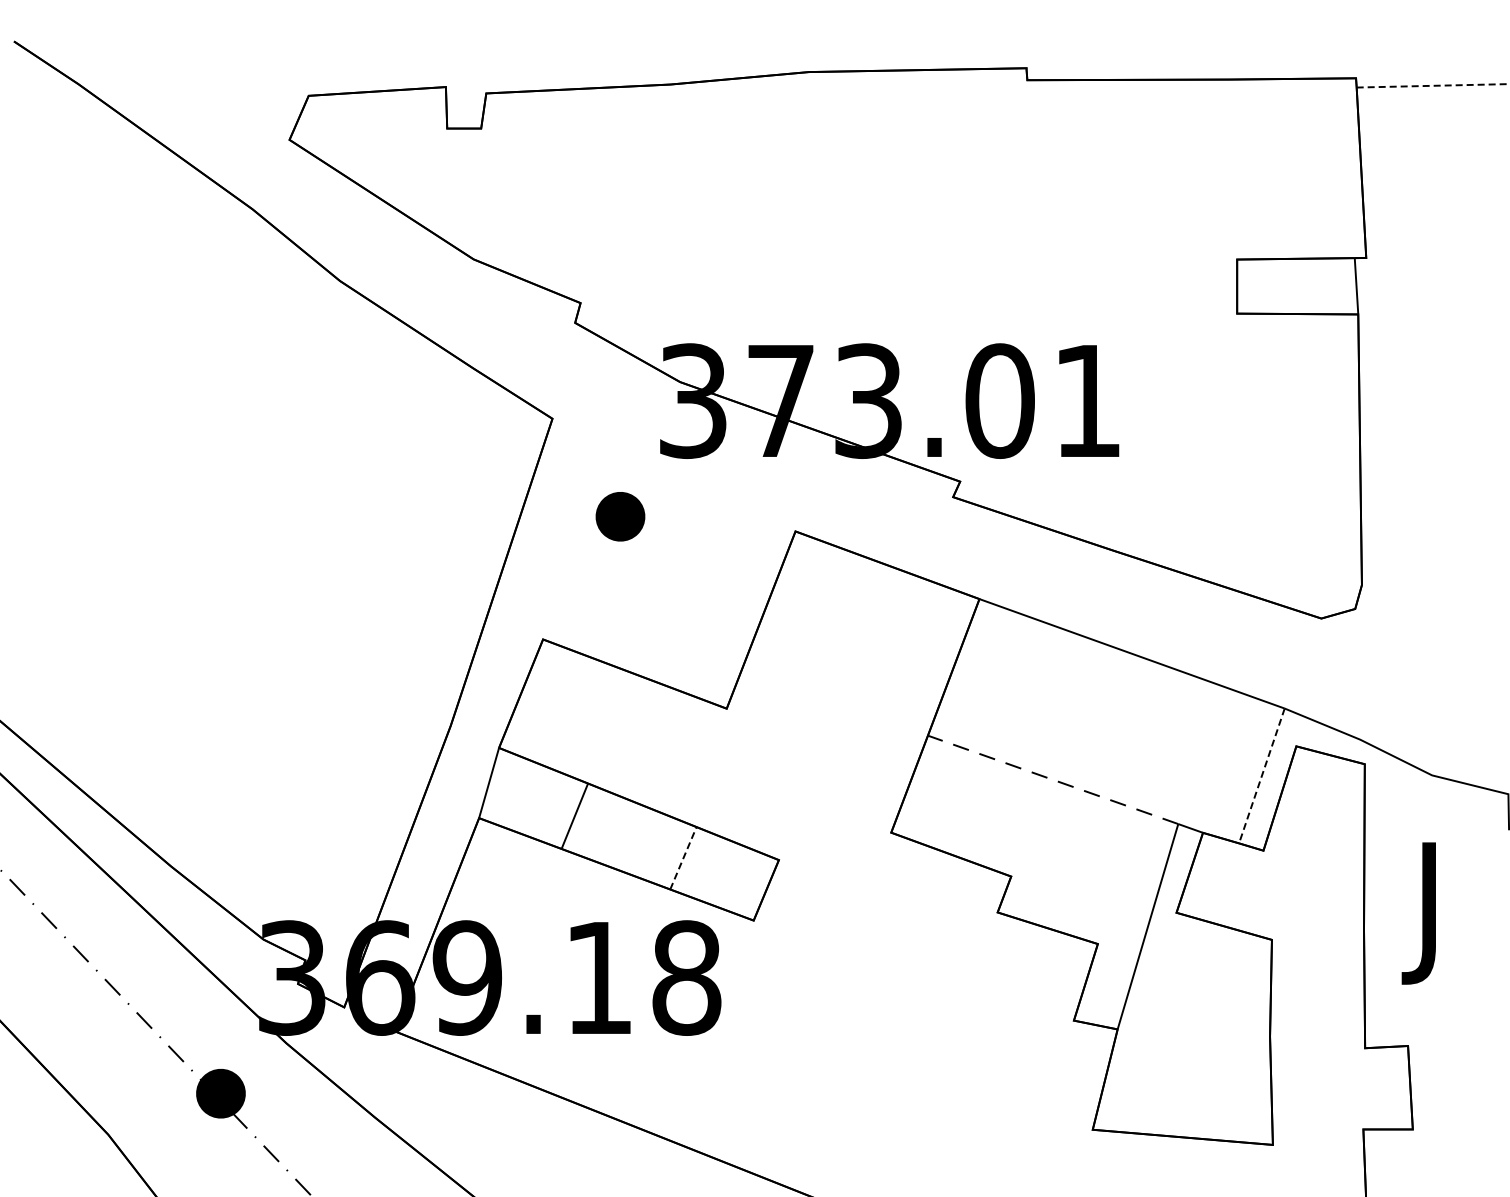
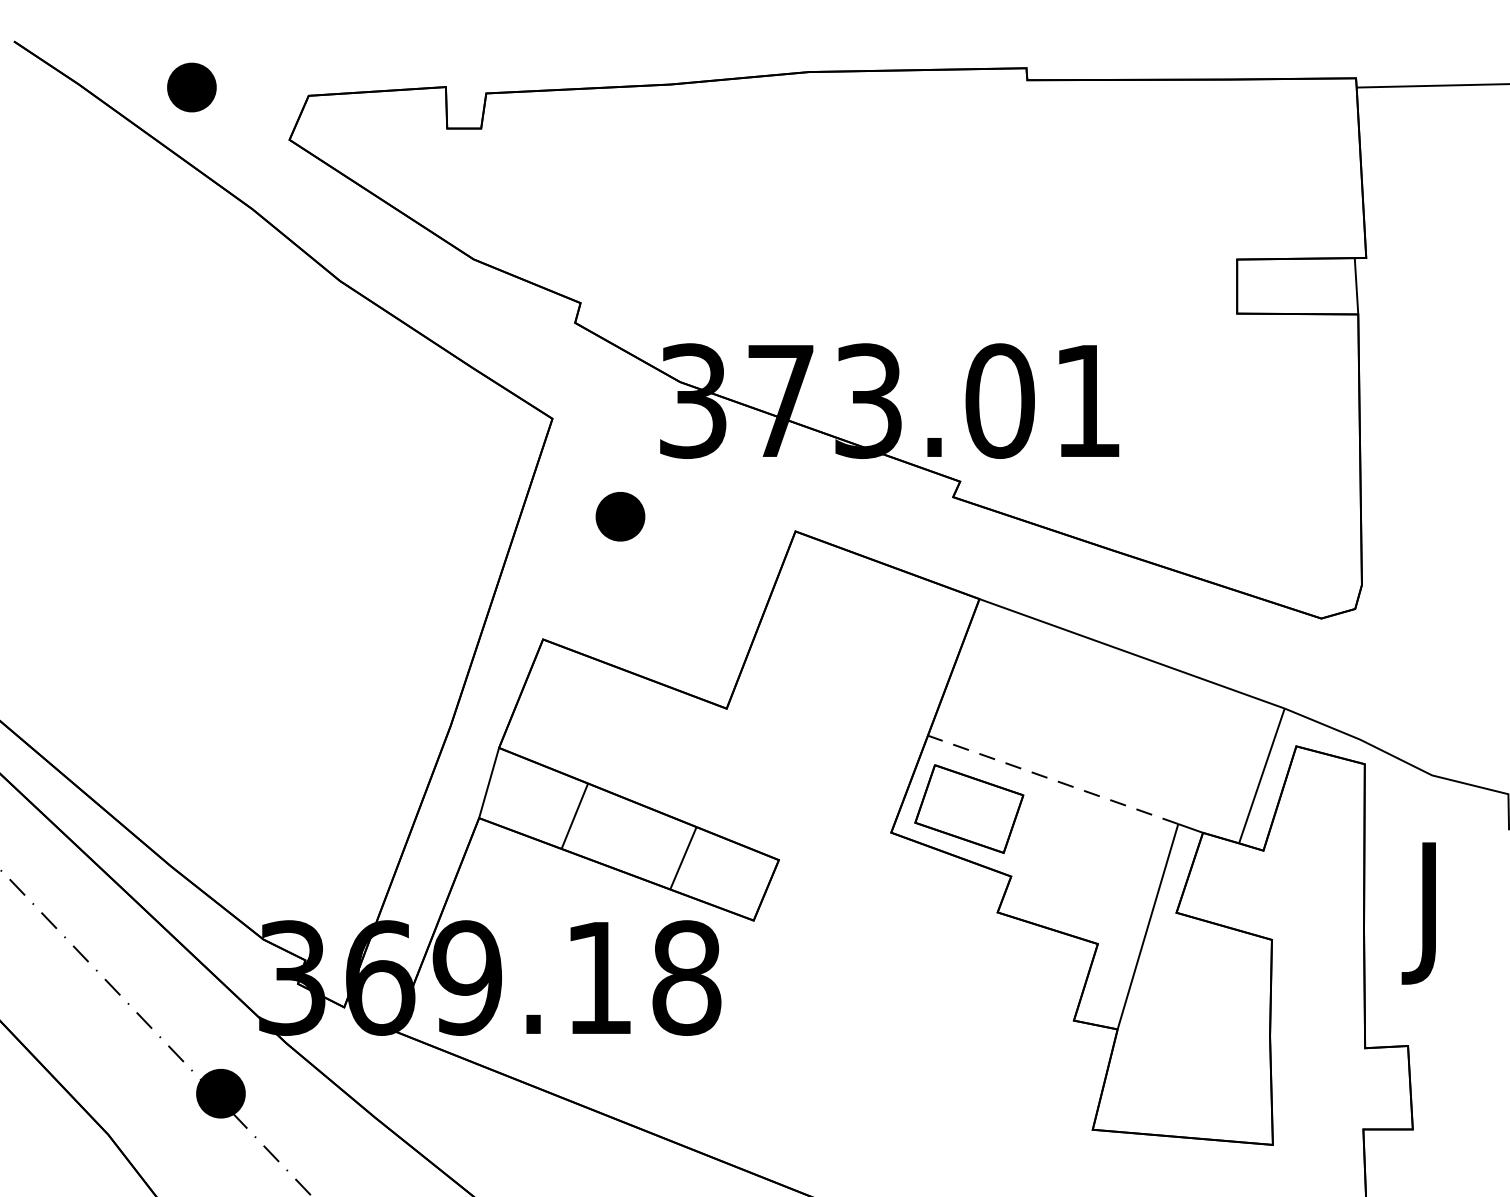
line at (1433, 85): dashed -> solid
part at (191, 87): none -> present
line at (1261, 776): dashed -> solid
part at (969, 808): none -> present
line at (683, 858): dashed -> solid
